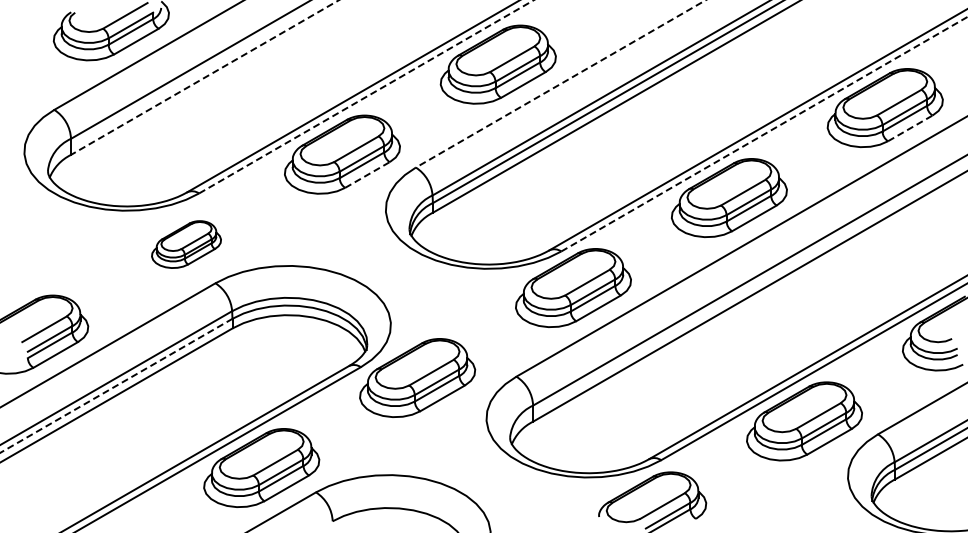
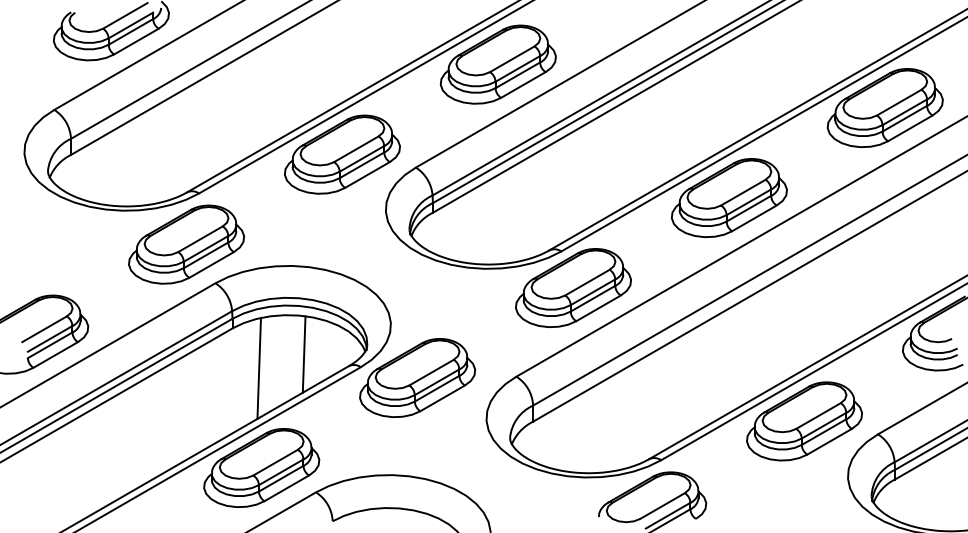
line at (205, 77): dashed -> solid
line at (560, 84): dashed -> solid
line at (367, 96): dashed -> solid
line at (910, 128): dashed -> solid
line at (764, 134): dashed -> solid
line at (367, 174): dashed -> solid
part at (186, 244) size: 71x49 px -> 117x81 px
line at (303, 354): none -> present
line at (259, 367): none -> present
line at (116, 385): dashed -> solid
